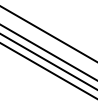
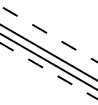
line at (49, 34): solid -> dashed
line at (49, 71): solid -> dashed
